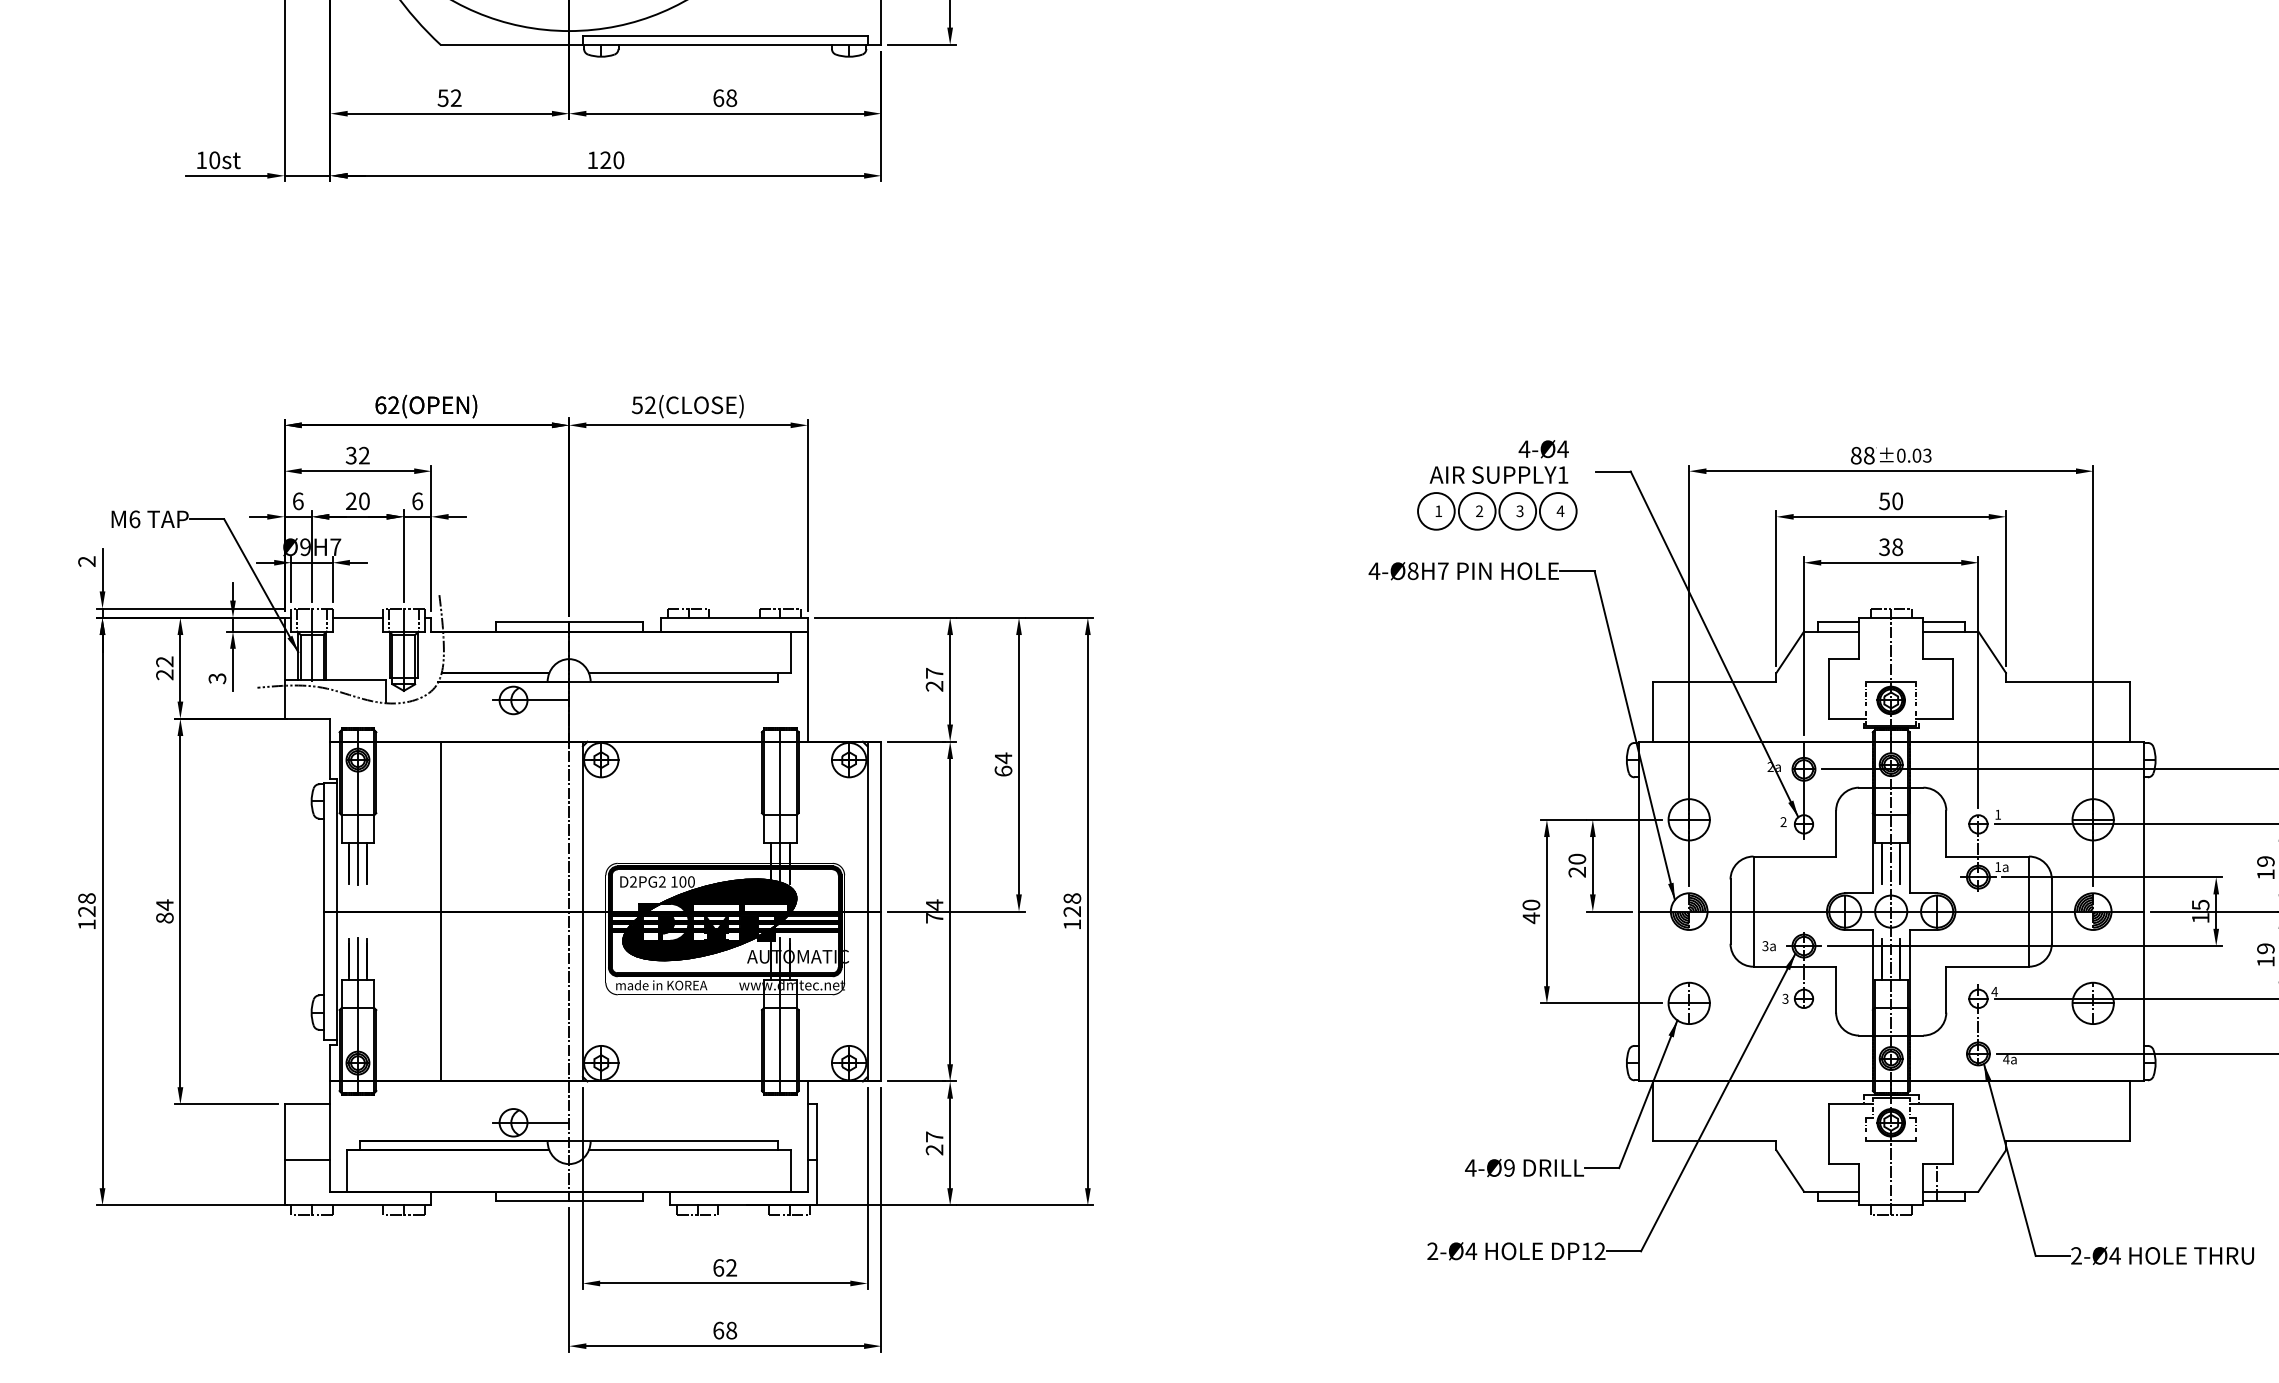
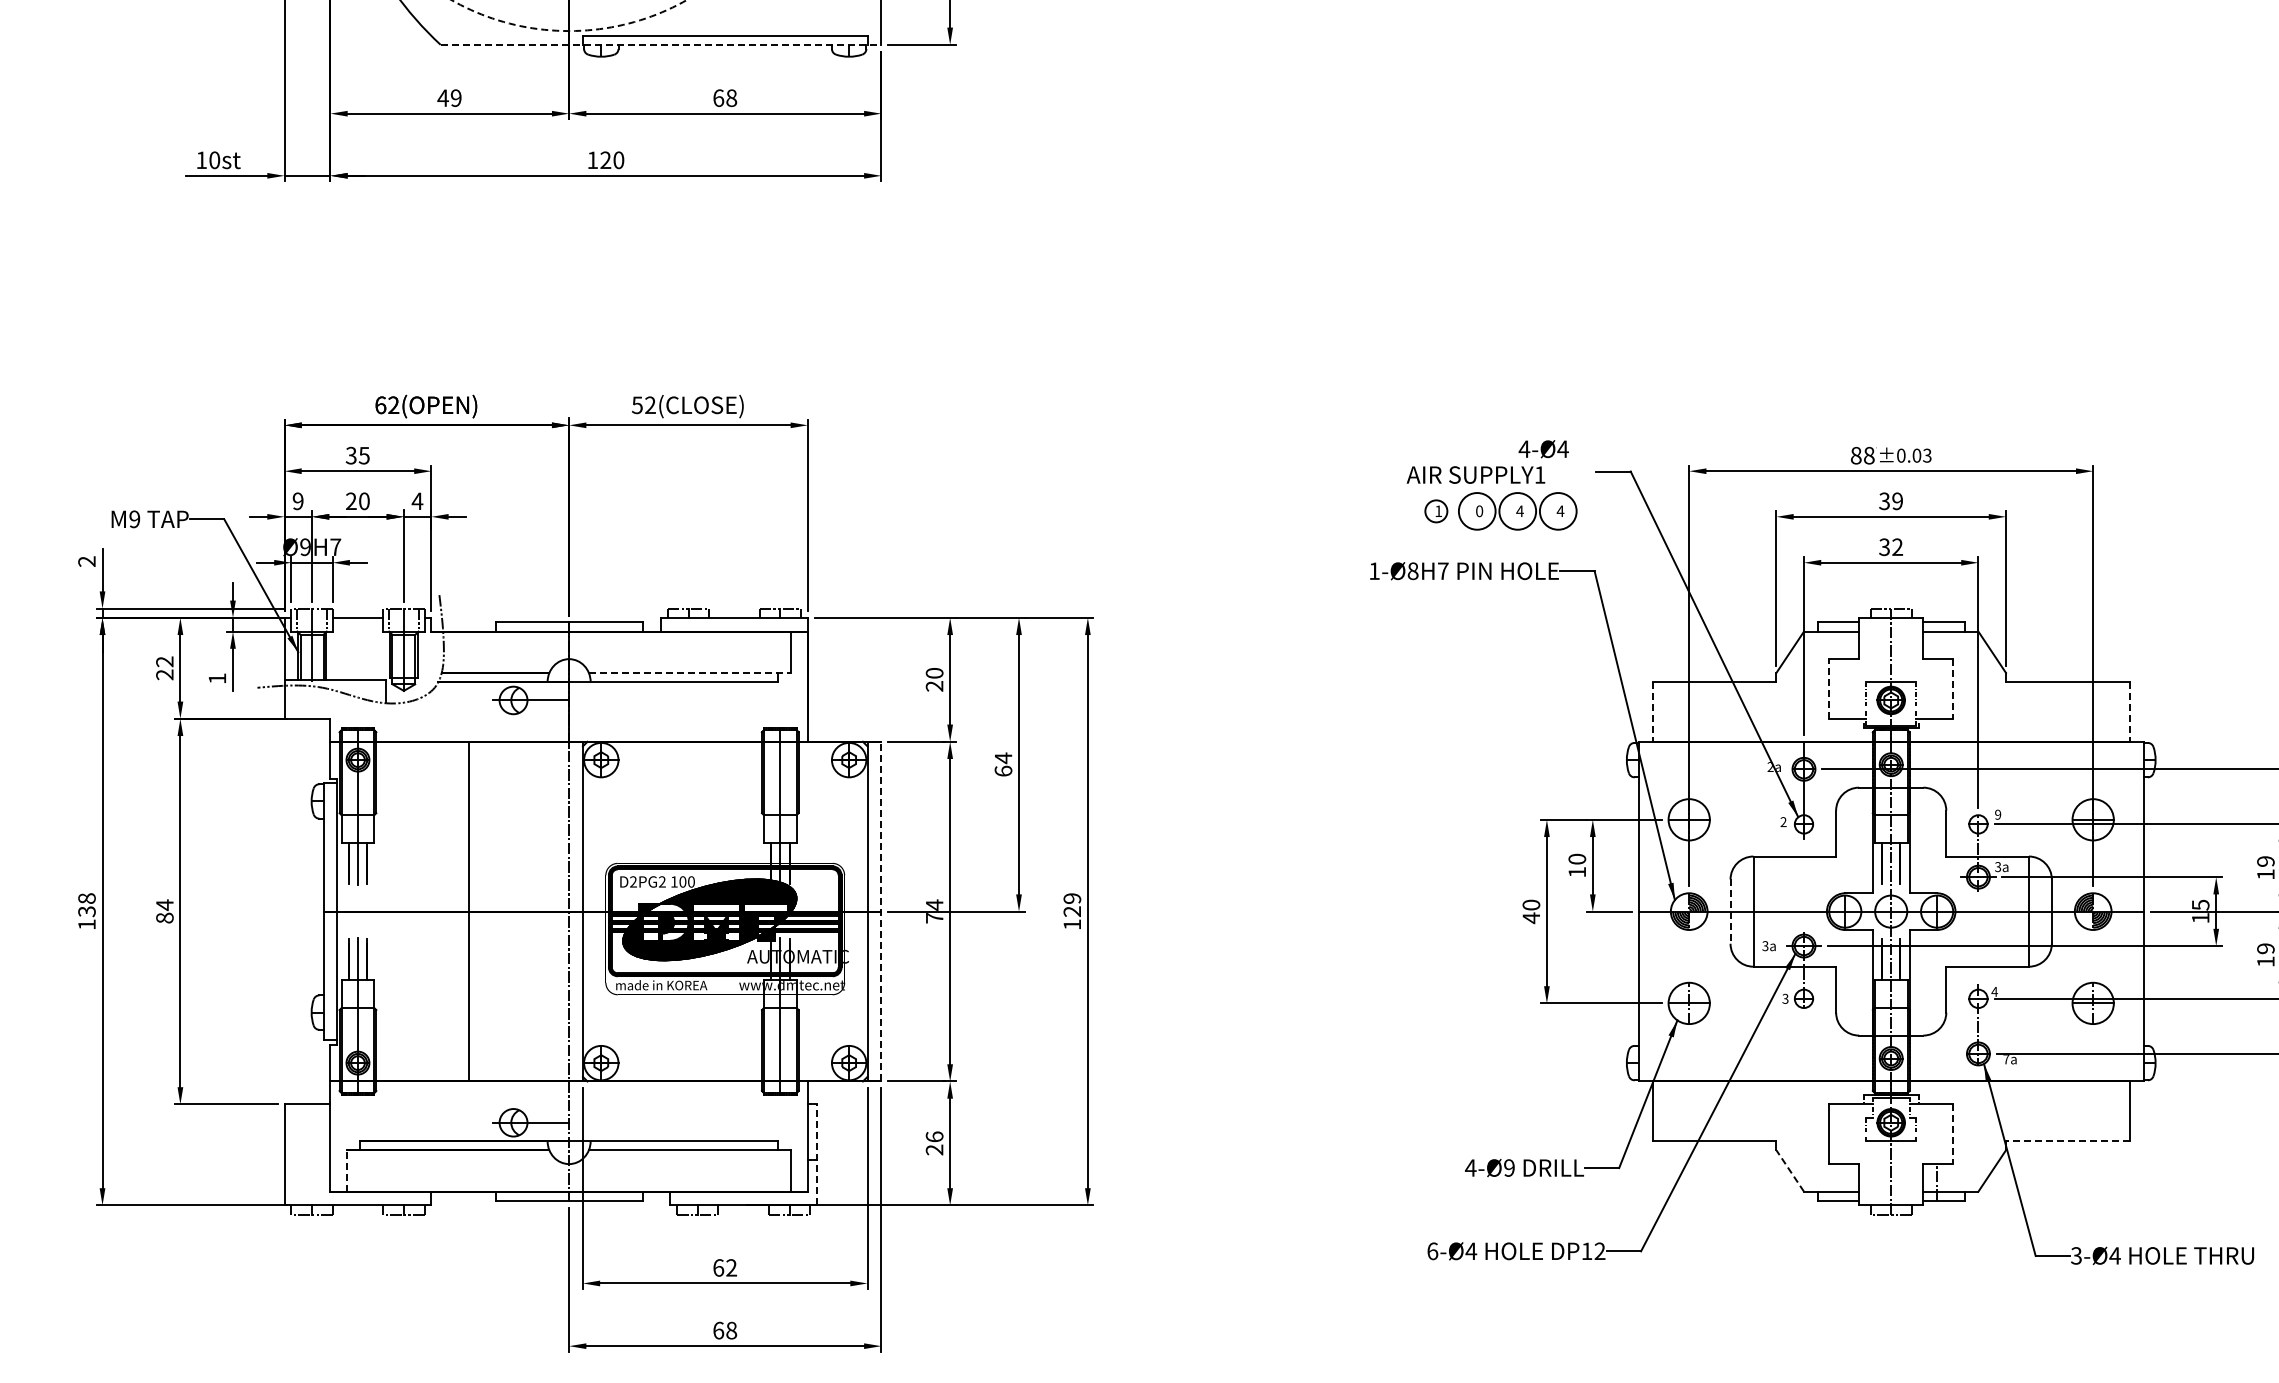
circle at (569, 15): solid -> dashed
line at (661, 44): solid -> dashed
text at (449, 98): 52 -> 49
text at (363, 455): 32 -> 35
text at (1498, 474) position: (1498, 474) -> (1475, 474)
text at (297, 501): 6 -> 9
text at (417, 501): 6 -> 4
text at (1891, 501): 50 -> 39
circle at (1436, 511) diameter: 37 px -> 22 px
text at (1479, 511): 2 -> 0
text at (1519, 511): 3 -> 4
text at (134, 519): M6 -> M9
text at (1897, 547): 38 -> 32
text at (1374, 570): 4-Ø8H7 -> 1-Ø8H7
line at (690, 672): solid -> dashed
text at (934, 672): 27 -> 20
text at (217, 678): 3 -> 1
line at (1829, 688): solid -> dashed
line at (1953, 688): solid -> dashed
line at (1652, 711): solid -> dashed
line at (2129, 711): solid -> dashed
text at (1998, 814): 1 -> 9
text at (1998, 867): 1a -> 3a
text at (1576, 872): 20 -> 10
text at (1072, 898): 128 -> 129
text at (86, 911): 128 -> 138
line at (440, 911) position: (440, 911) -> (468, 911)
line at (881, 911): solid -> dashed
line at (1730, 912): solid -> dashed
text at (2006, 1059): 4a -> 7a
line at (1953, 1134): solid -> dashed
text at (934, 1136): 27 -> 26
line at (2067, 1141): solid -> dashed
line at (817, 1154): solid -> dashed
line at (307, 1159): present -> none
line at (346, 1171): solid -> dashed
line at (1790, 1171): solid -> dashed
text at (1432, 1251): 2-Ø4 -> 6-Ø4
text at (2076, 1255): 2-Ø4 -> 3-Ø4
